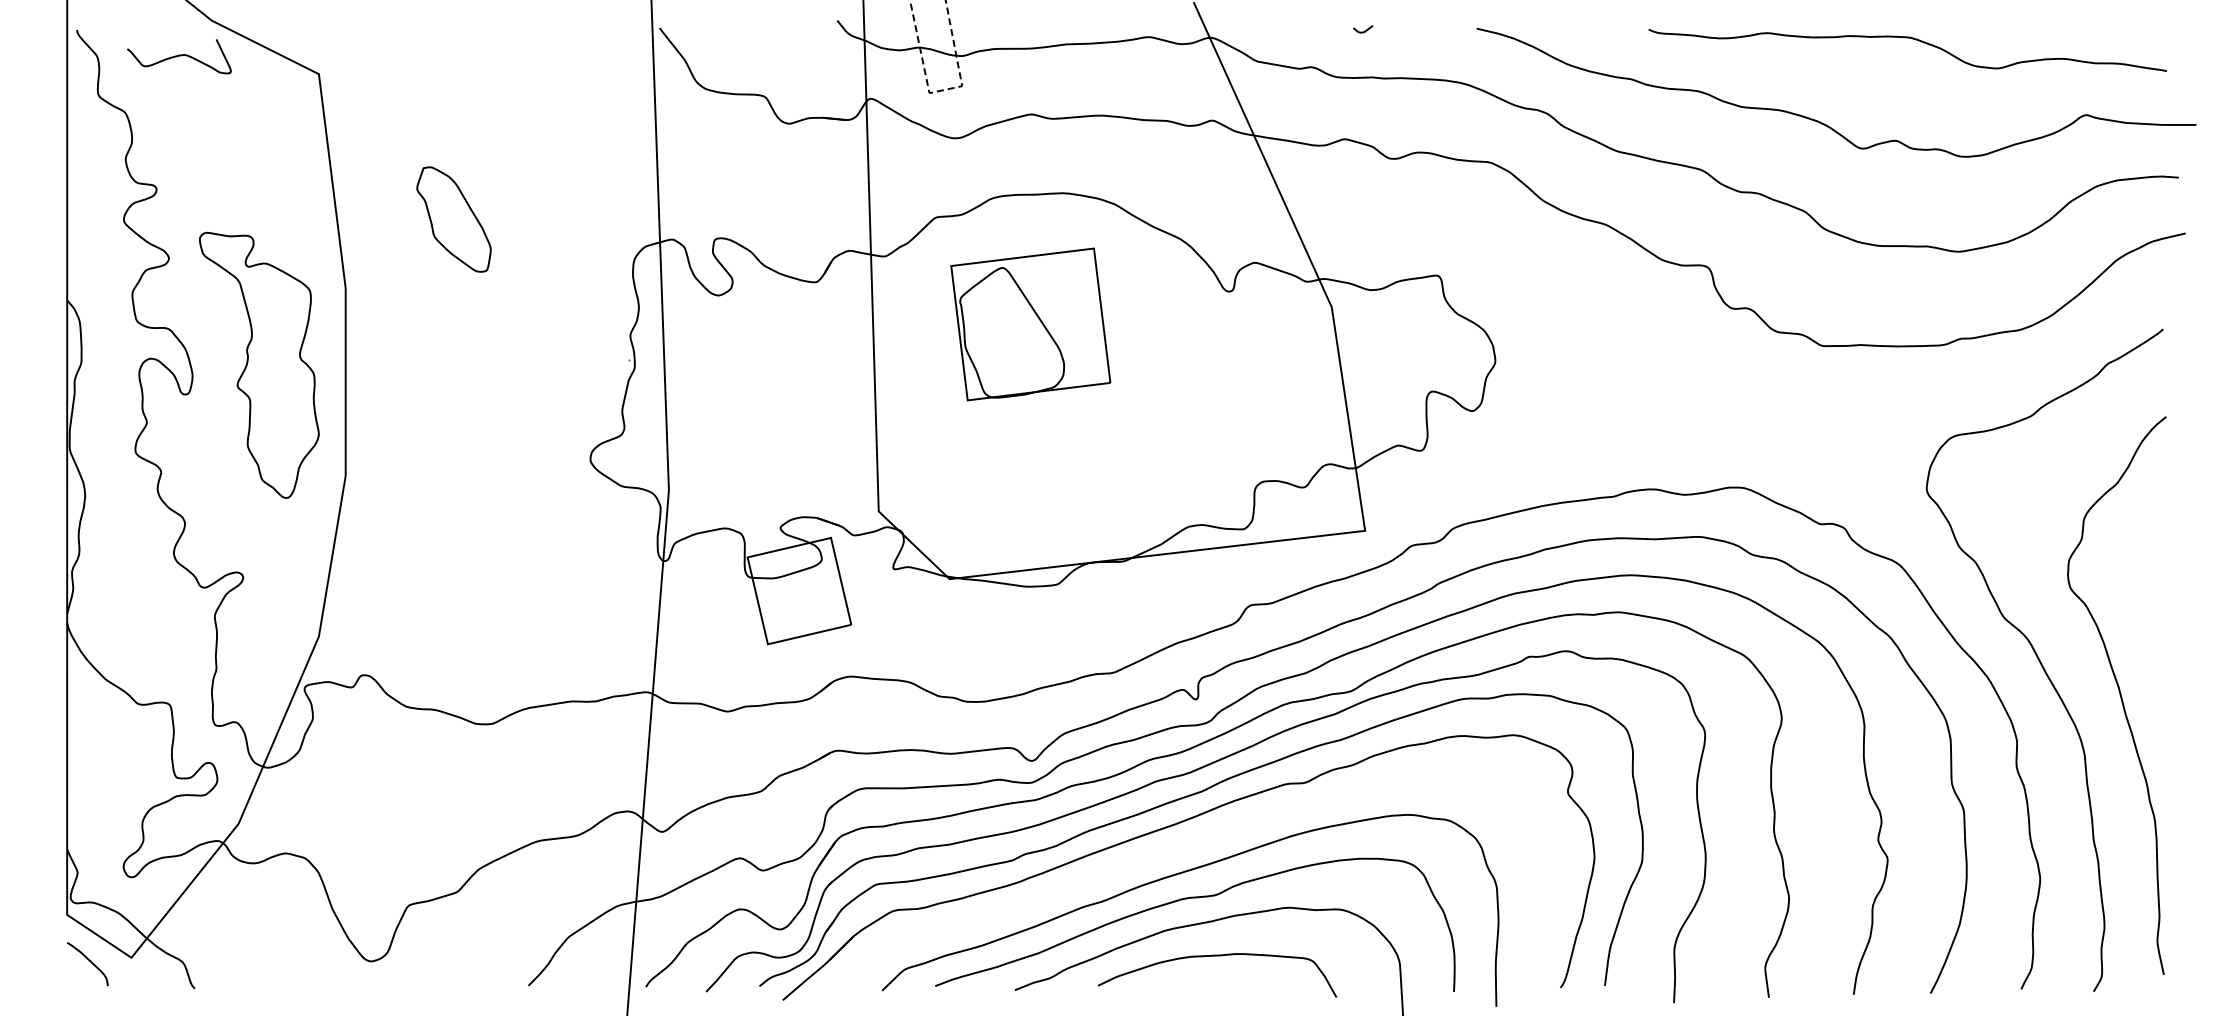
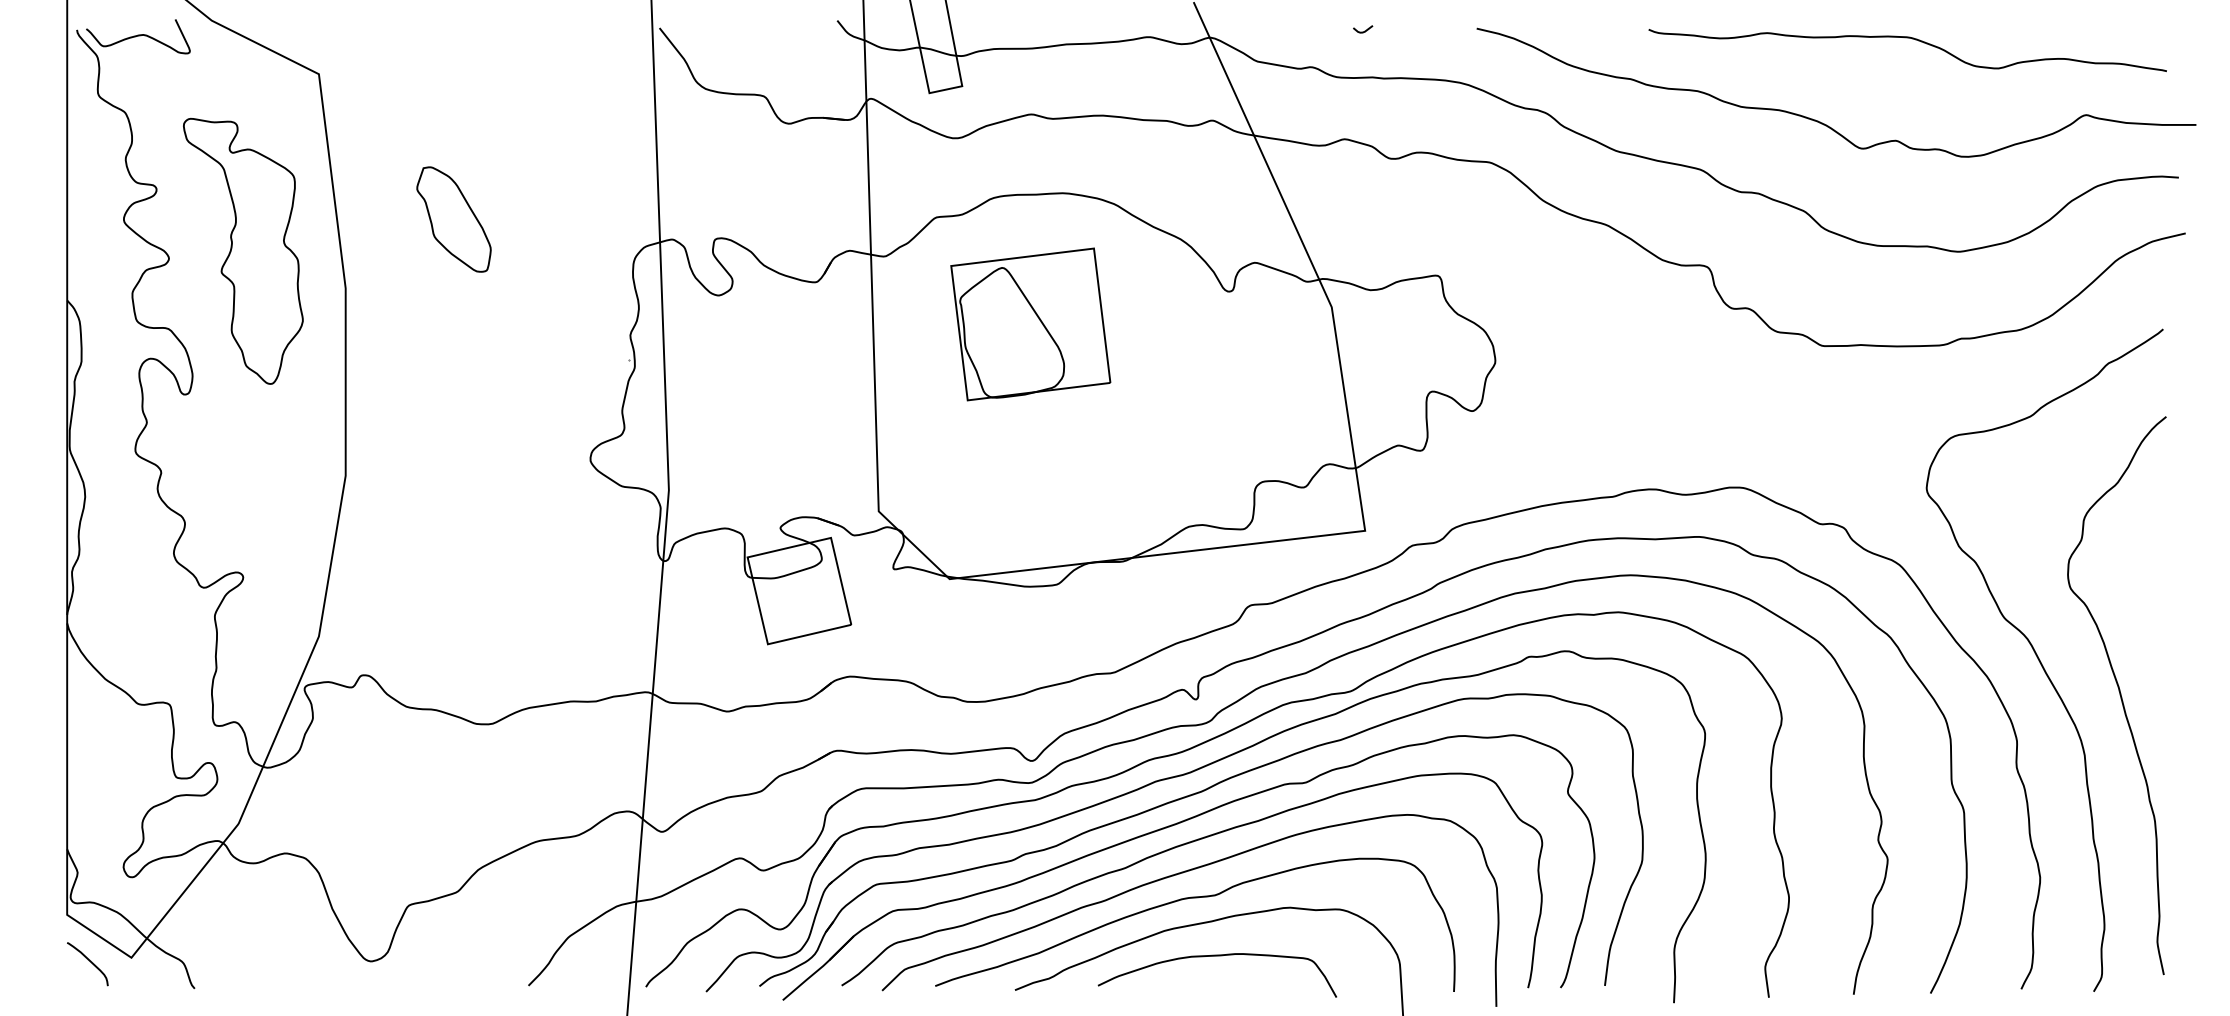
curve at (179, 56) position: (179, 56) -> (138, 36)
line at (942, 90): dashed -> solid
part at (259, 364) position: (259, 364) -> (243, 250)
curve at (1181, 846): none -> present
